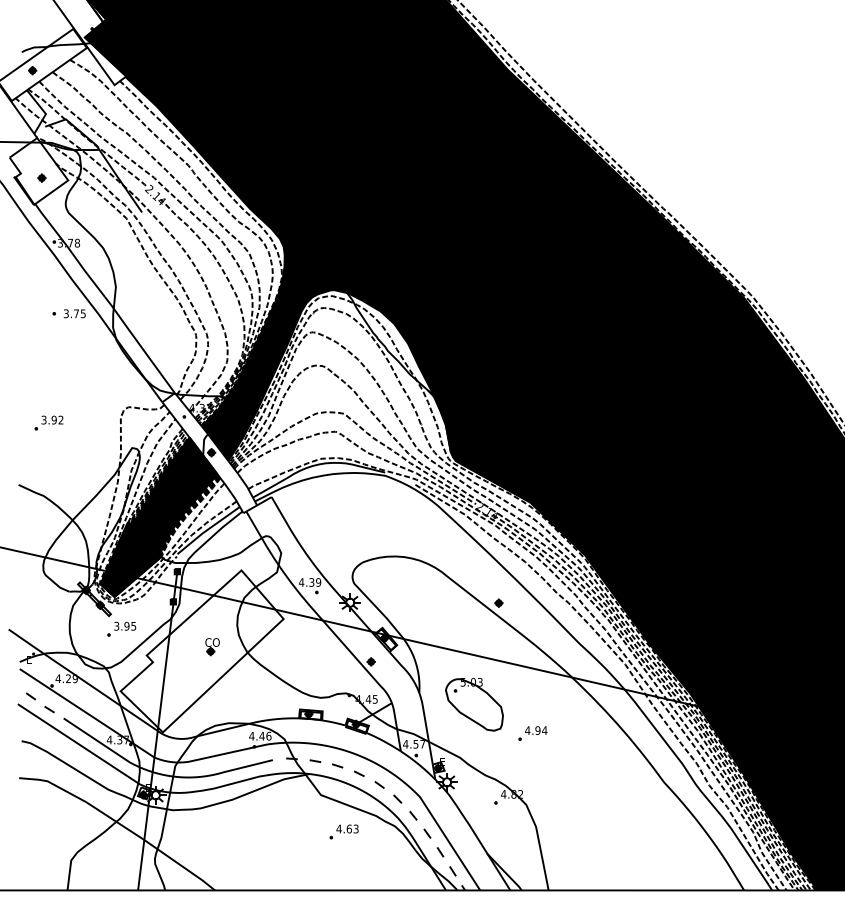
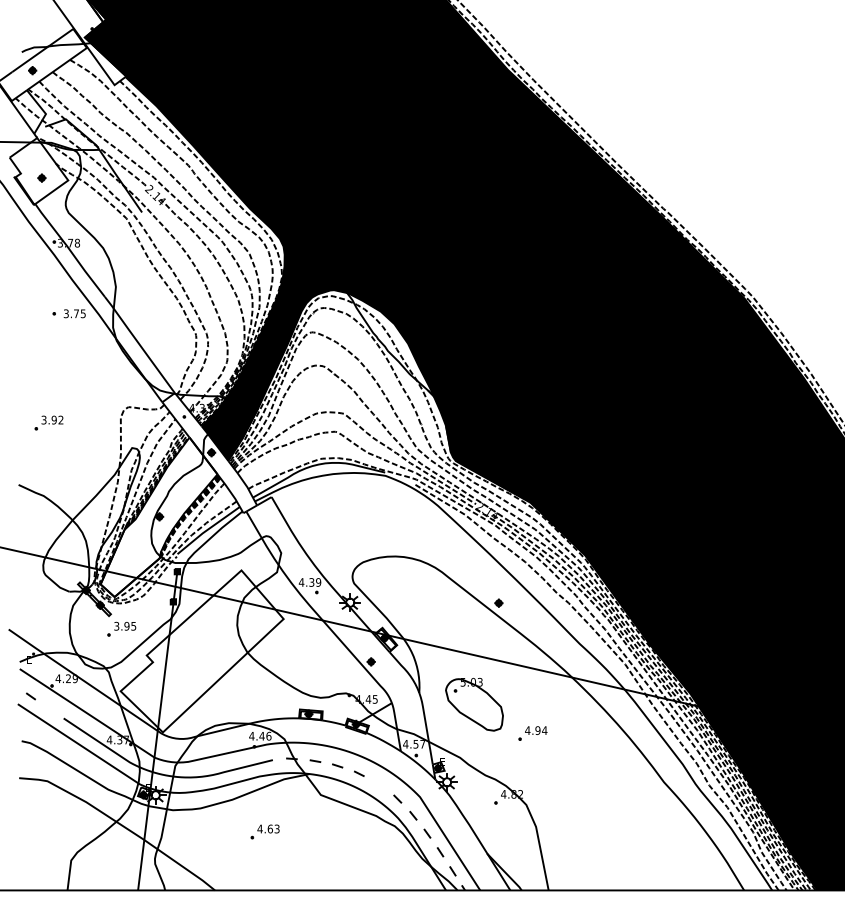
fill at (158, 517): present -> none
part at (212, 647): present -> none
line at (49, 709): present -> none
line at (379, 784): present -> none
part at (343, 831) position: (343, 831) -> (264, 831)
